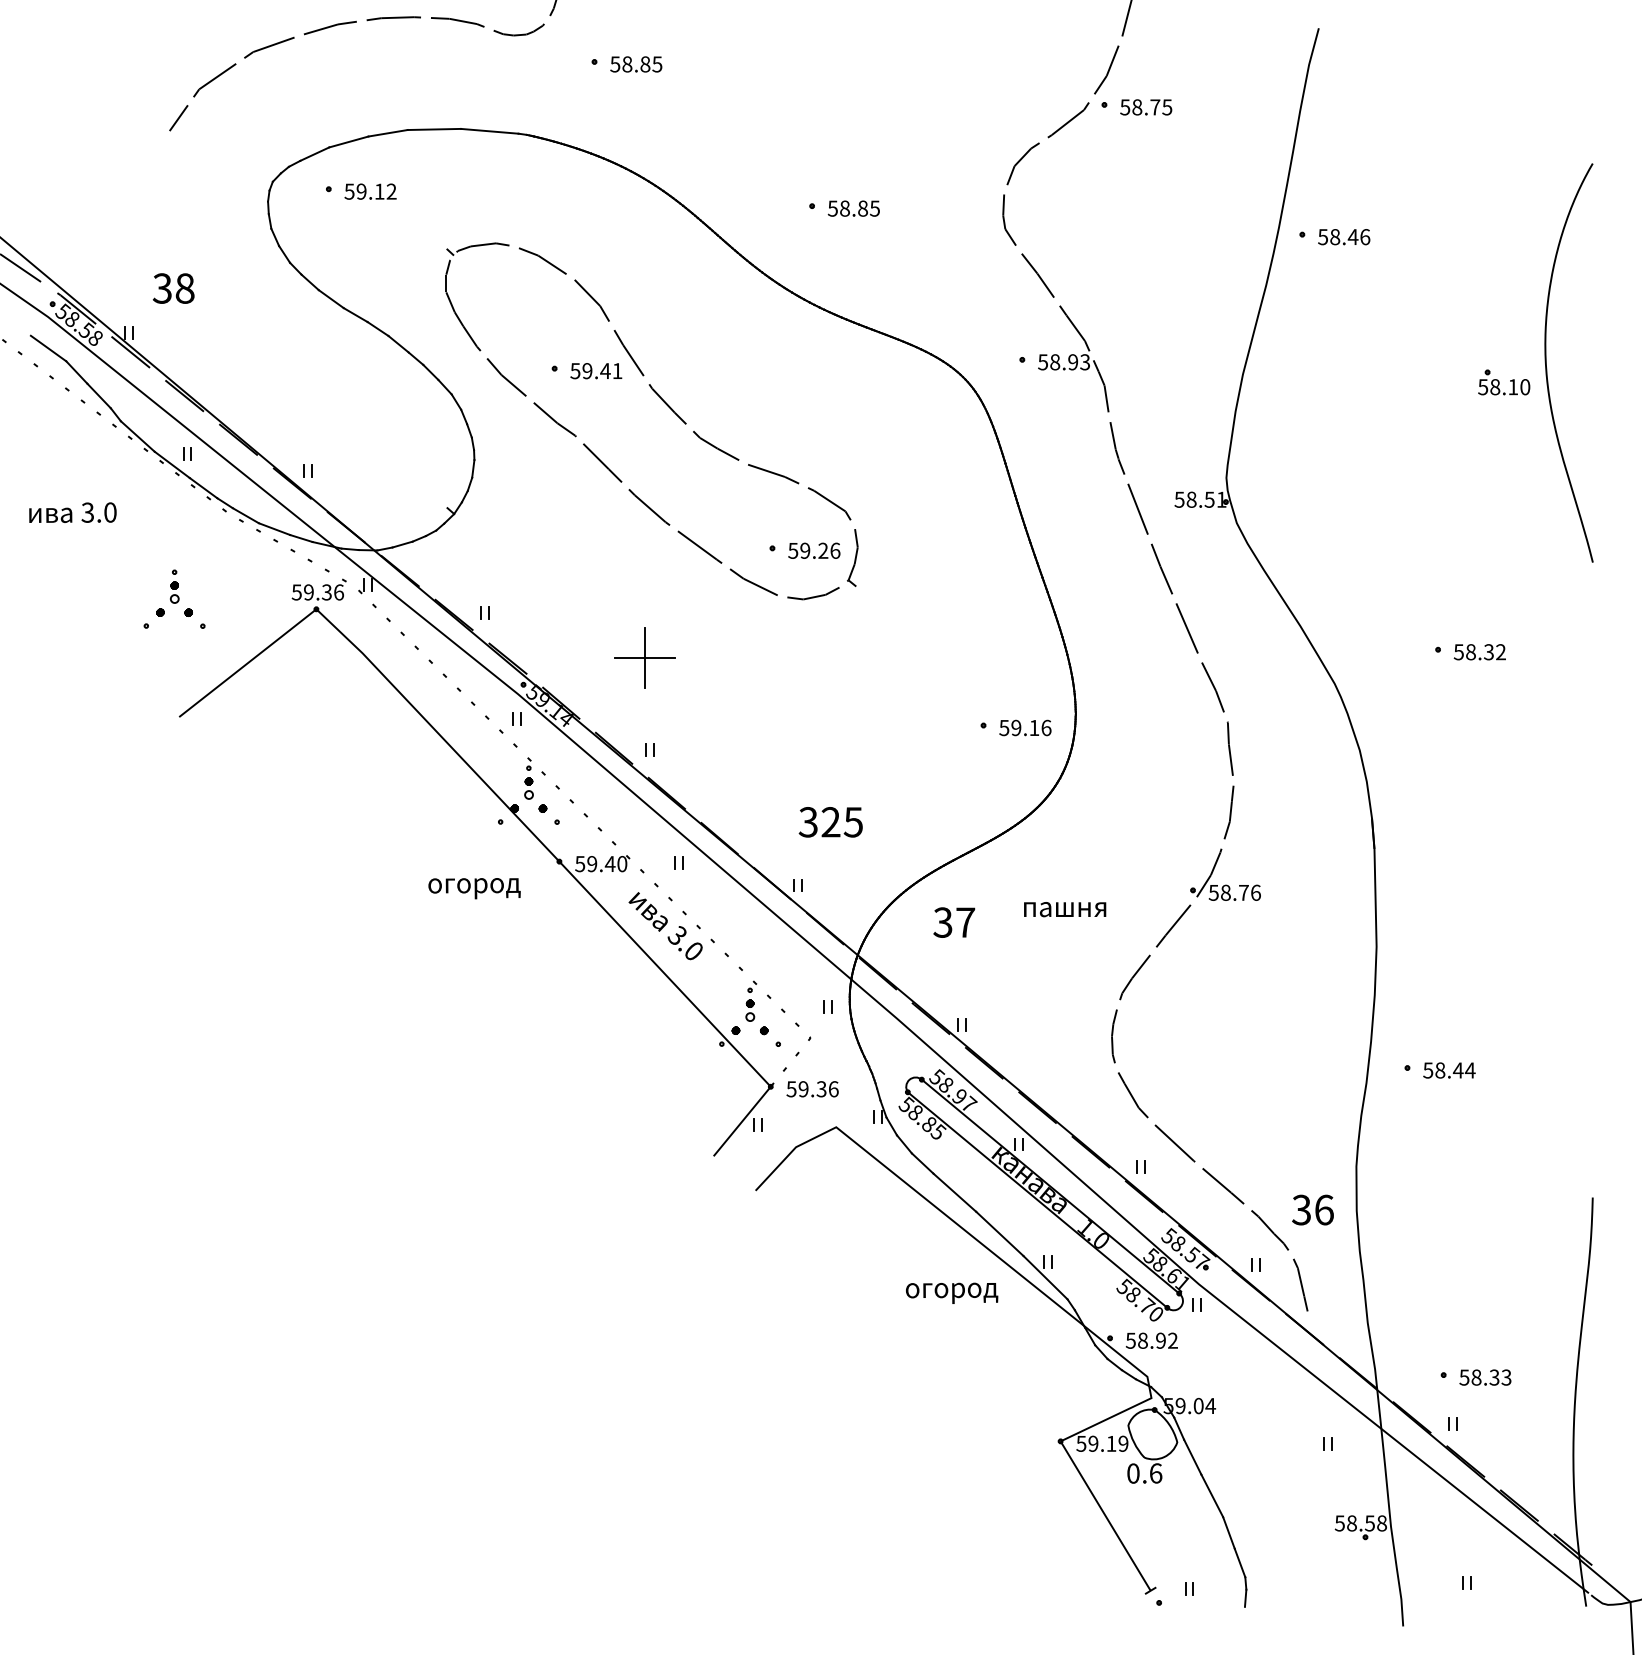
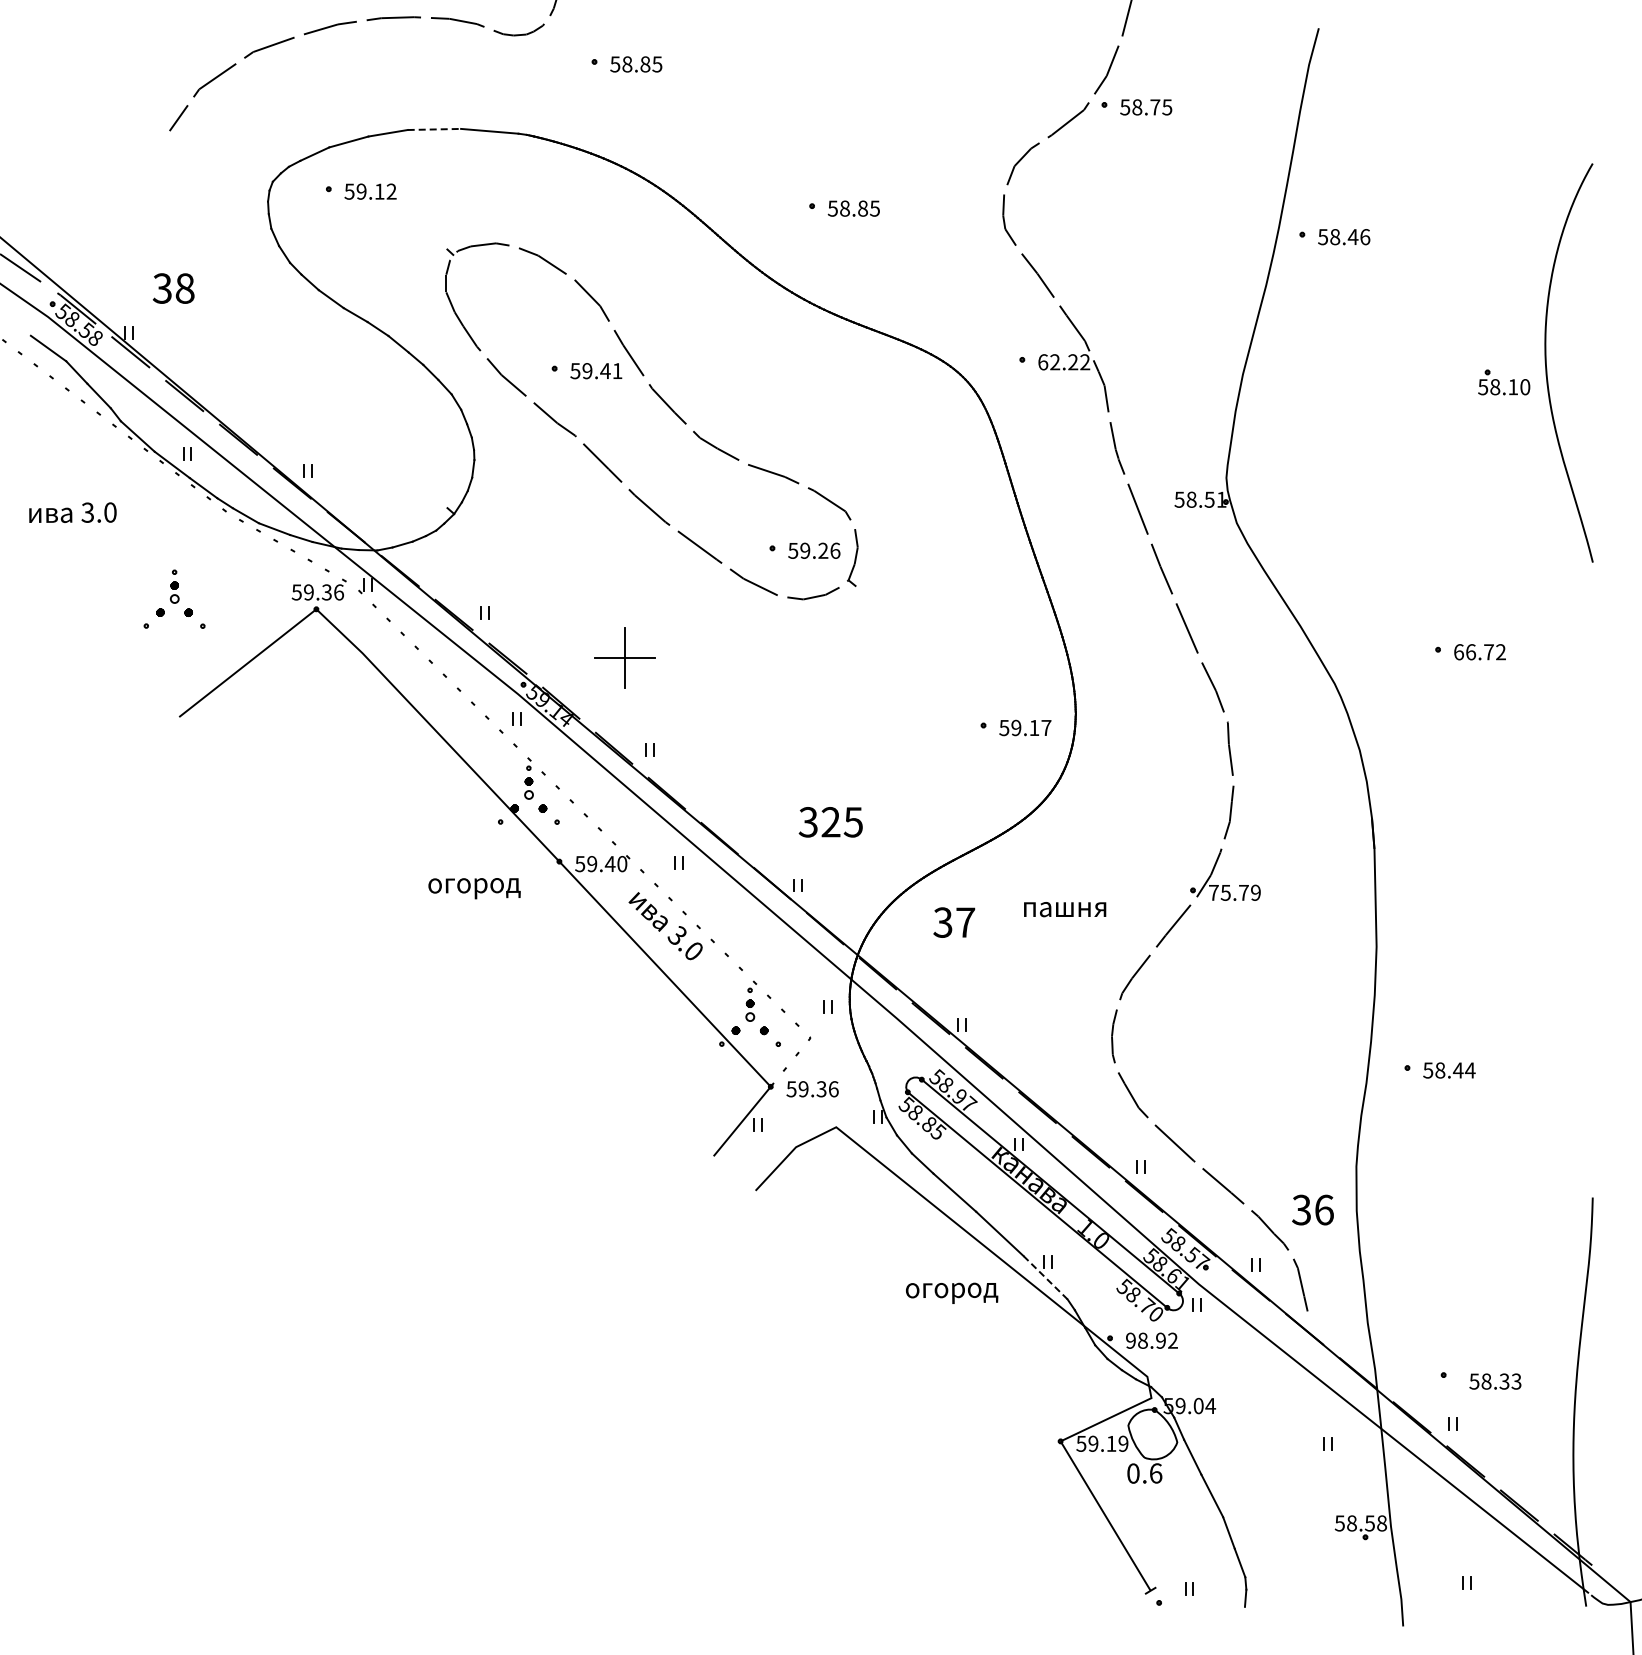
line at (434, 129): solid -> dashed
text at (1064, 362): 58.93 -> 62.22
text at (1473, 652): 58.32 -> 66.72
part at (644, 657) position: (644, 657) -> (624, 657)
text at (1046, 727): 59.16 -> 59.17
text at (1234, 892): 58.76 -> 75.79
line at (1045, 1277): solid -> dashed
text at (1130, 1340): 58.92 -> 98.92
text at (1485, 1377) position: (1485, 1377) -> (1495, 1381)
